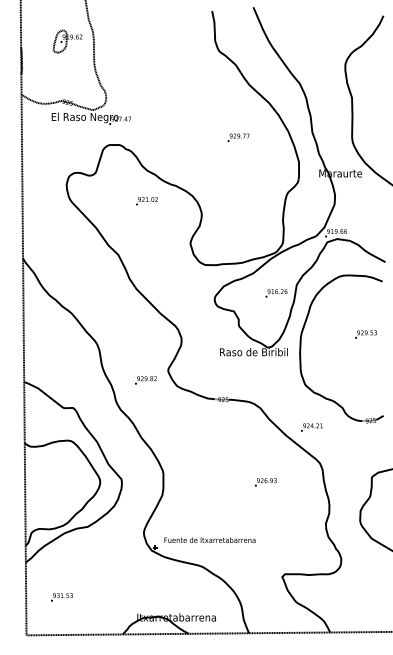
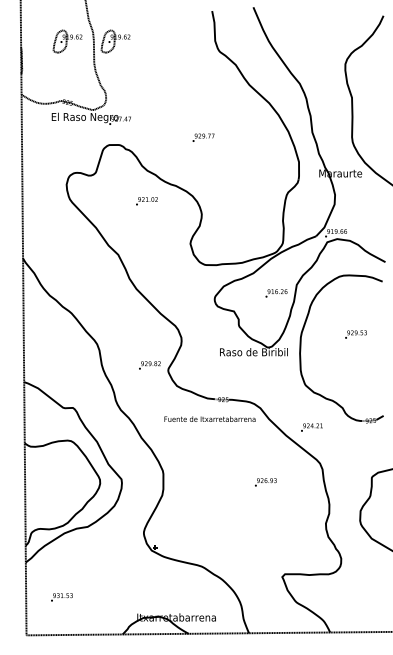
part at (115, 41): none -> present
text at (238, 137) position: (238, 137) -> (203, 137)
text at (365, 334) position: (365, 334) -> (355, 334)
text at (145, 380) position: (145, 380) -> (149, 365)
text at (209, 539) position: (209, 539) -> (209, 418)
